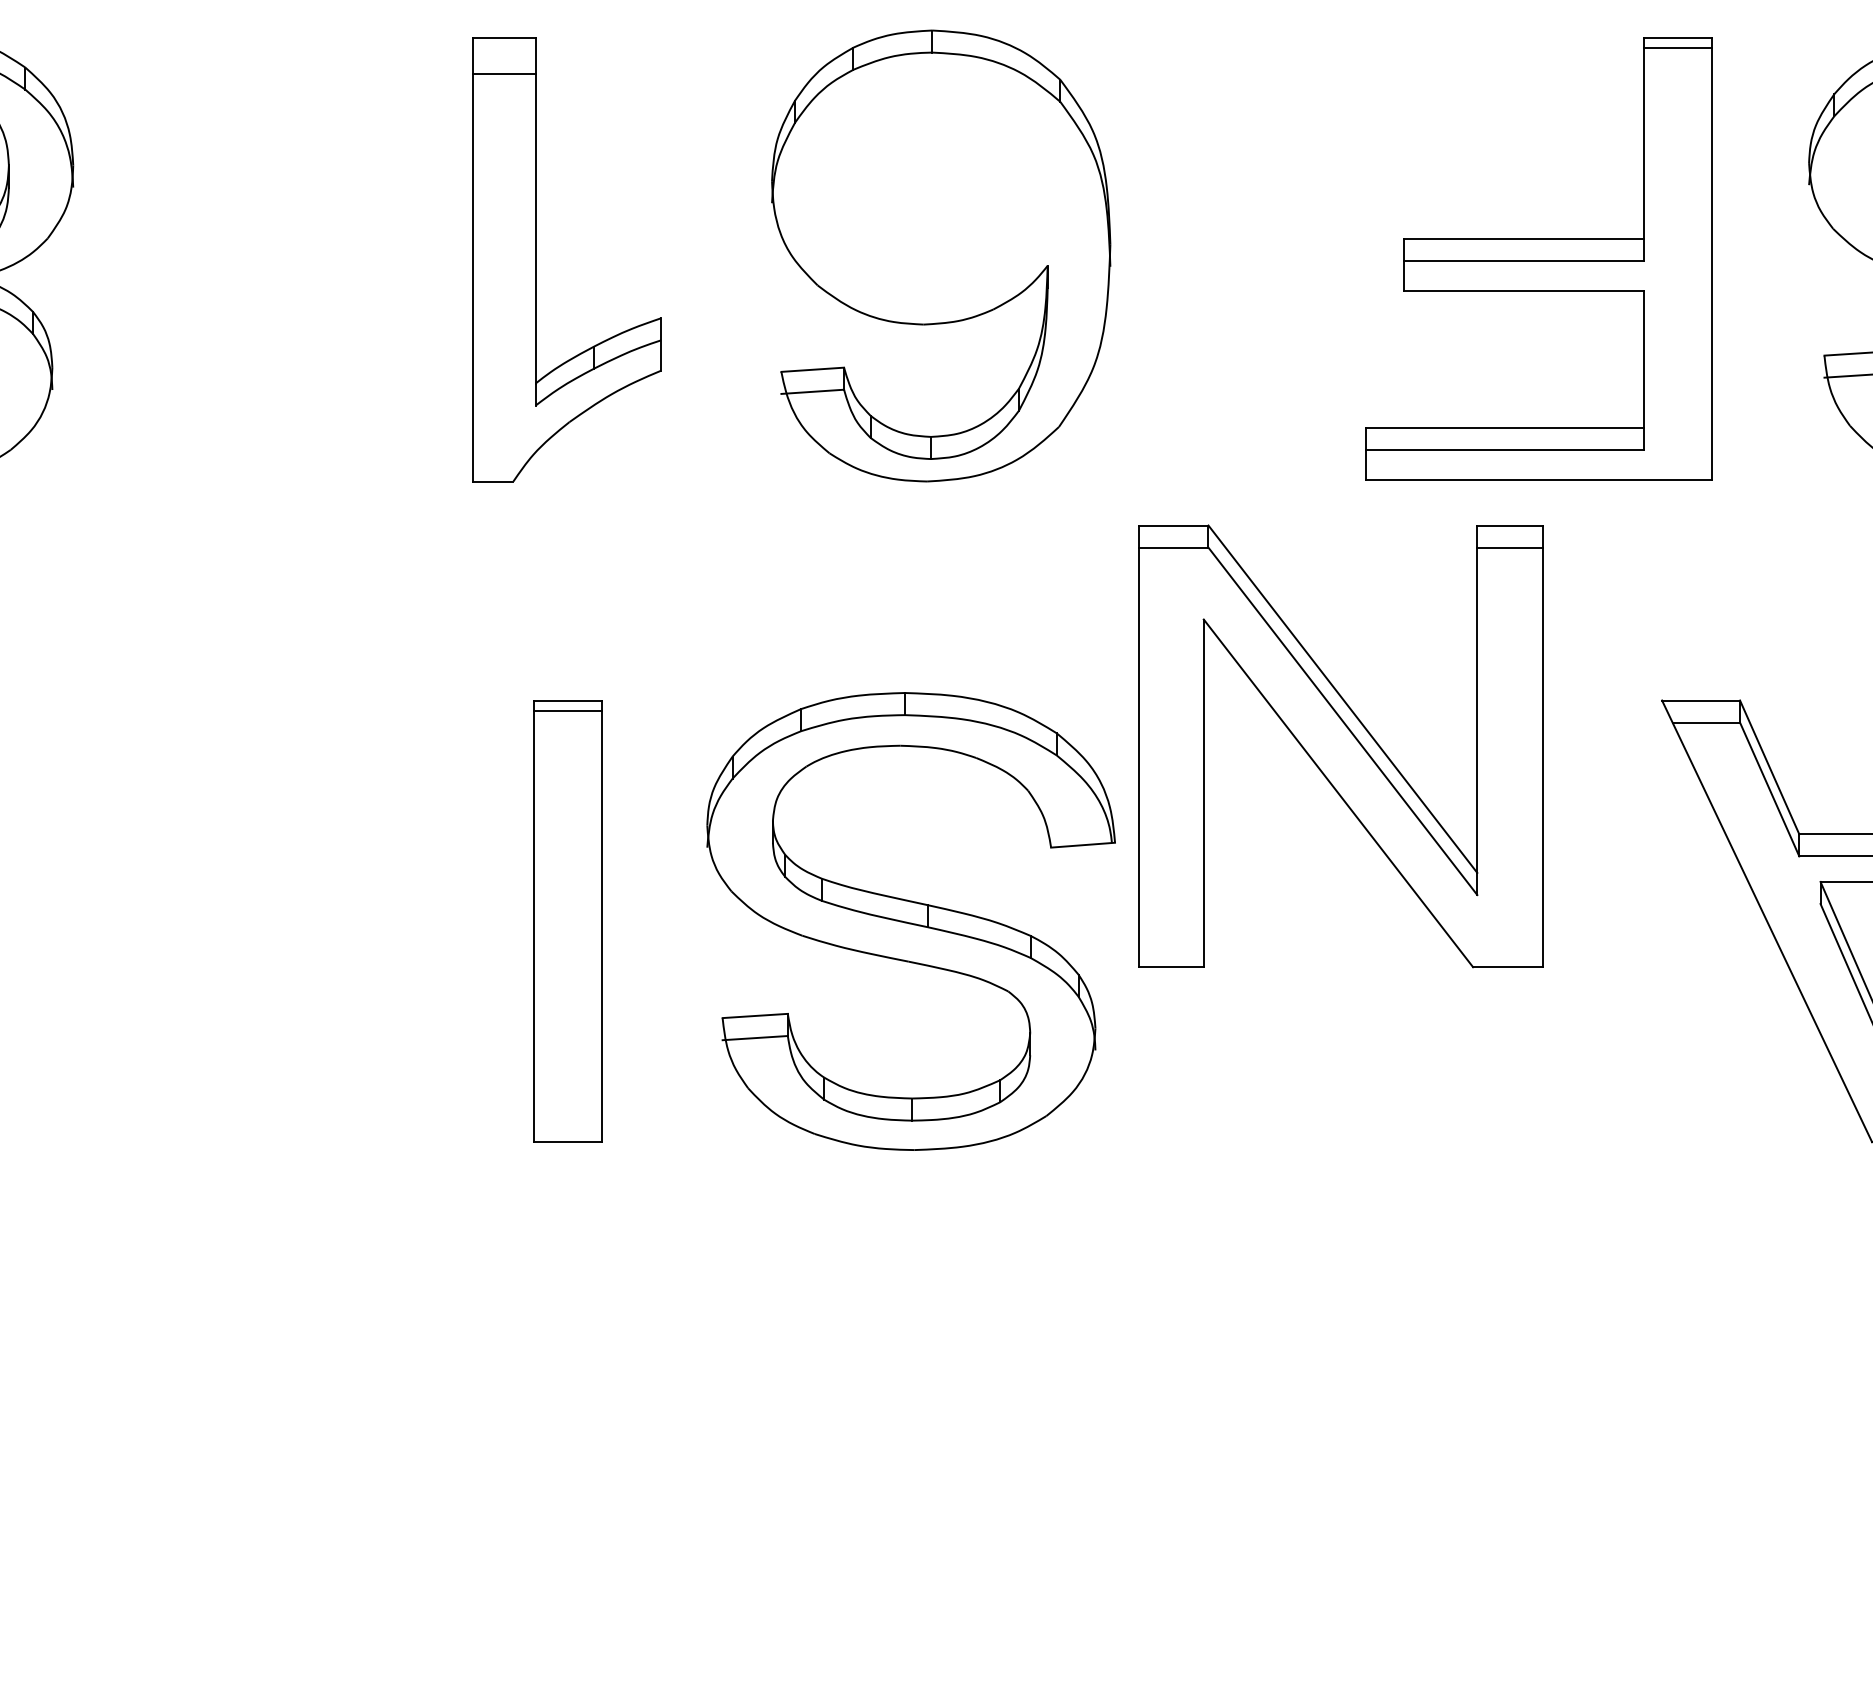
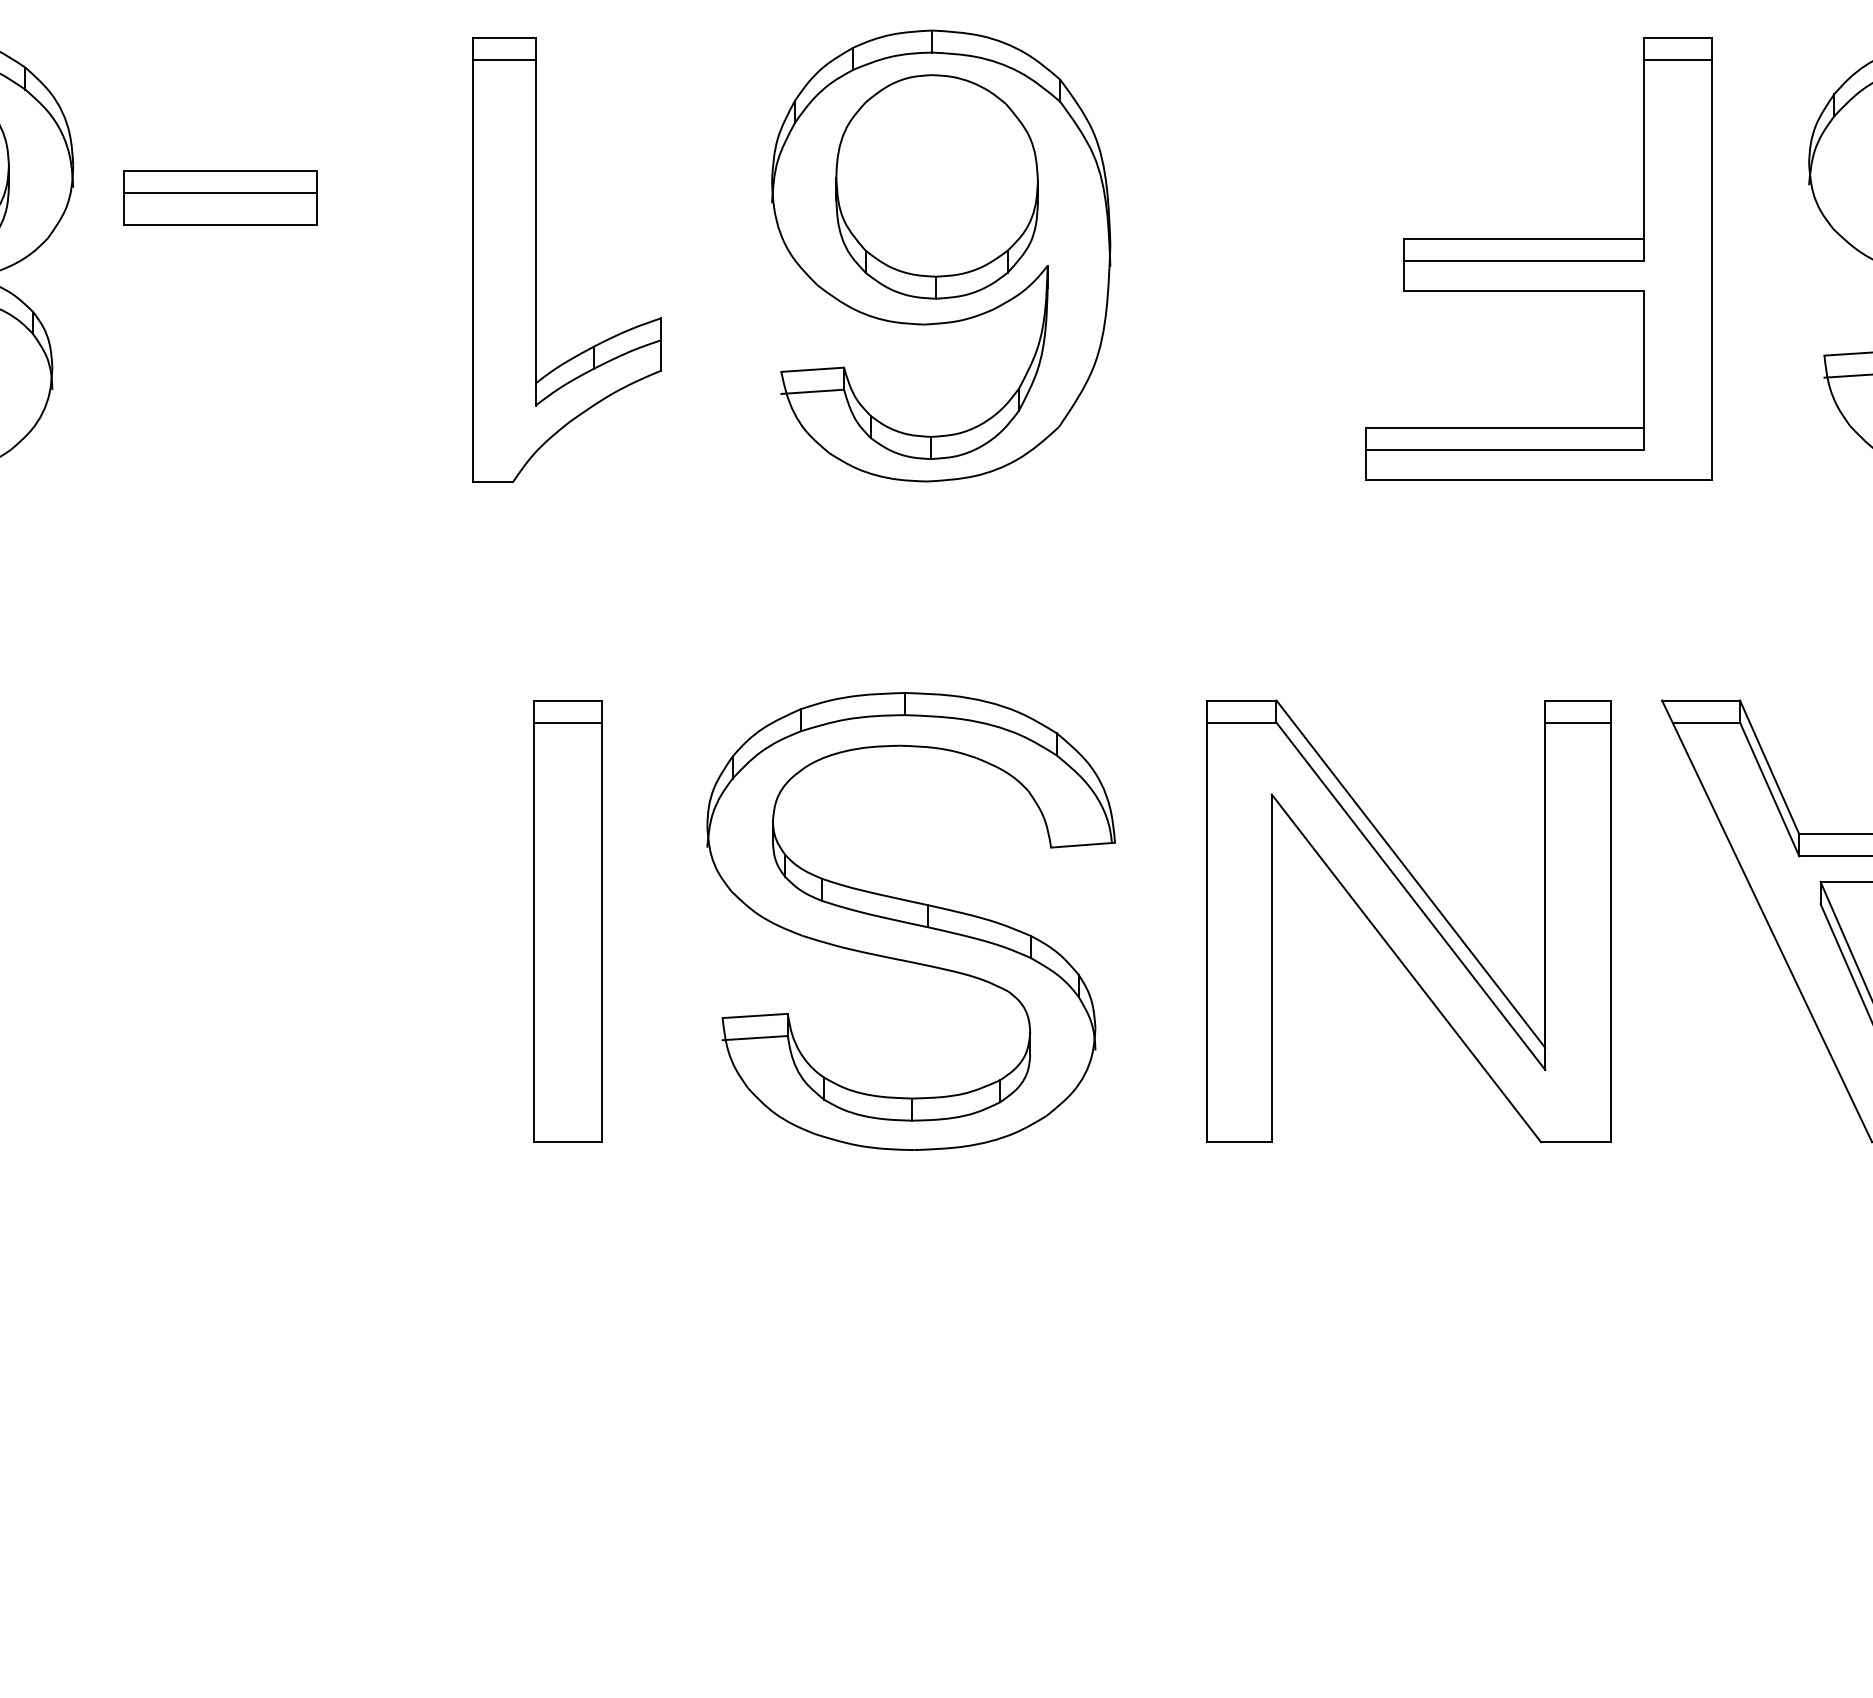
line at (1677, 48) position: (1677, 48) -> (1677, 60)
line at (503, 74) position: (503, 74) -> (503, 60)
part at (936, 186): none -> present
part at (220, 197): none -> present
line at (568, 710) position: (568, 710) -> (568, 722)
part at (1340, 746) position: (1340, 746) -> (1408, 921)
